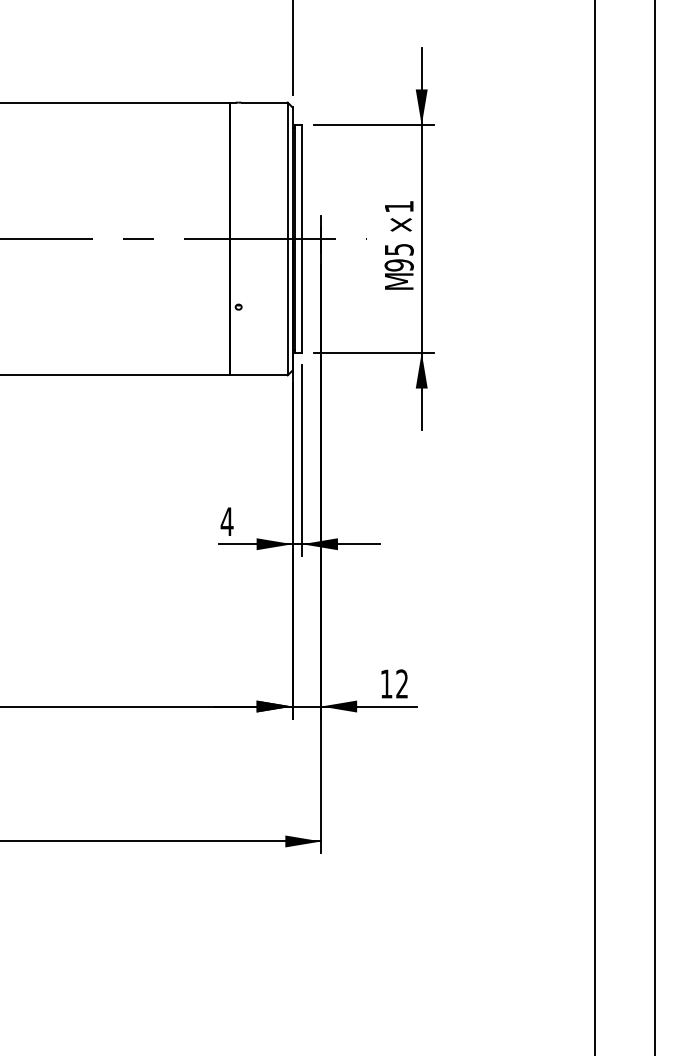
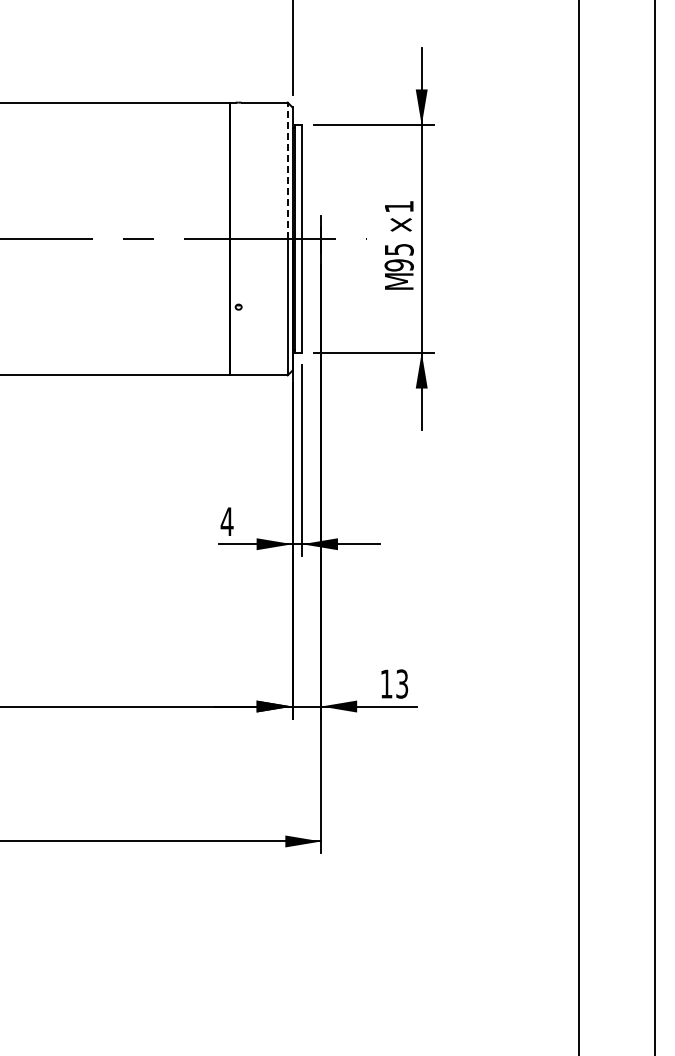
line at (287, 170): solid -> dashed
line at (594, 527) position: (594, 527) -> (578, 527)
text at (402, 683): 12 -> 13
